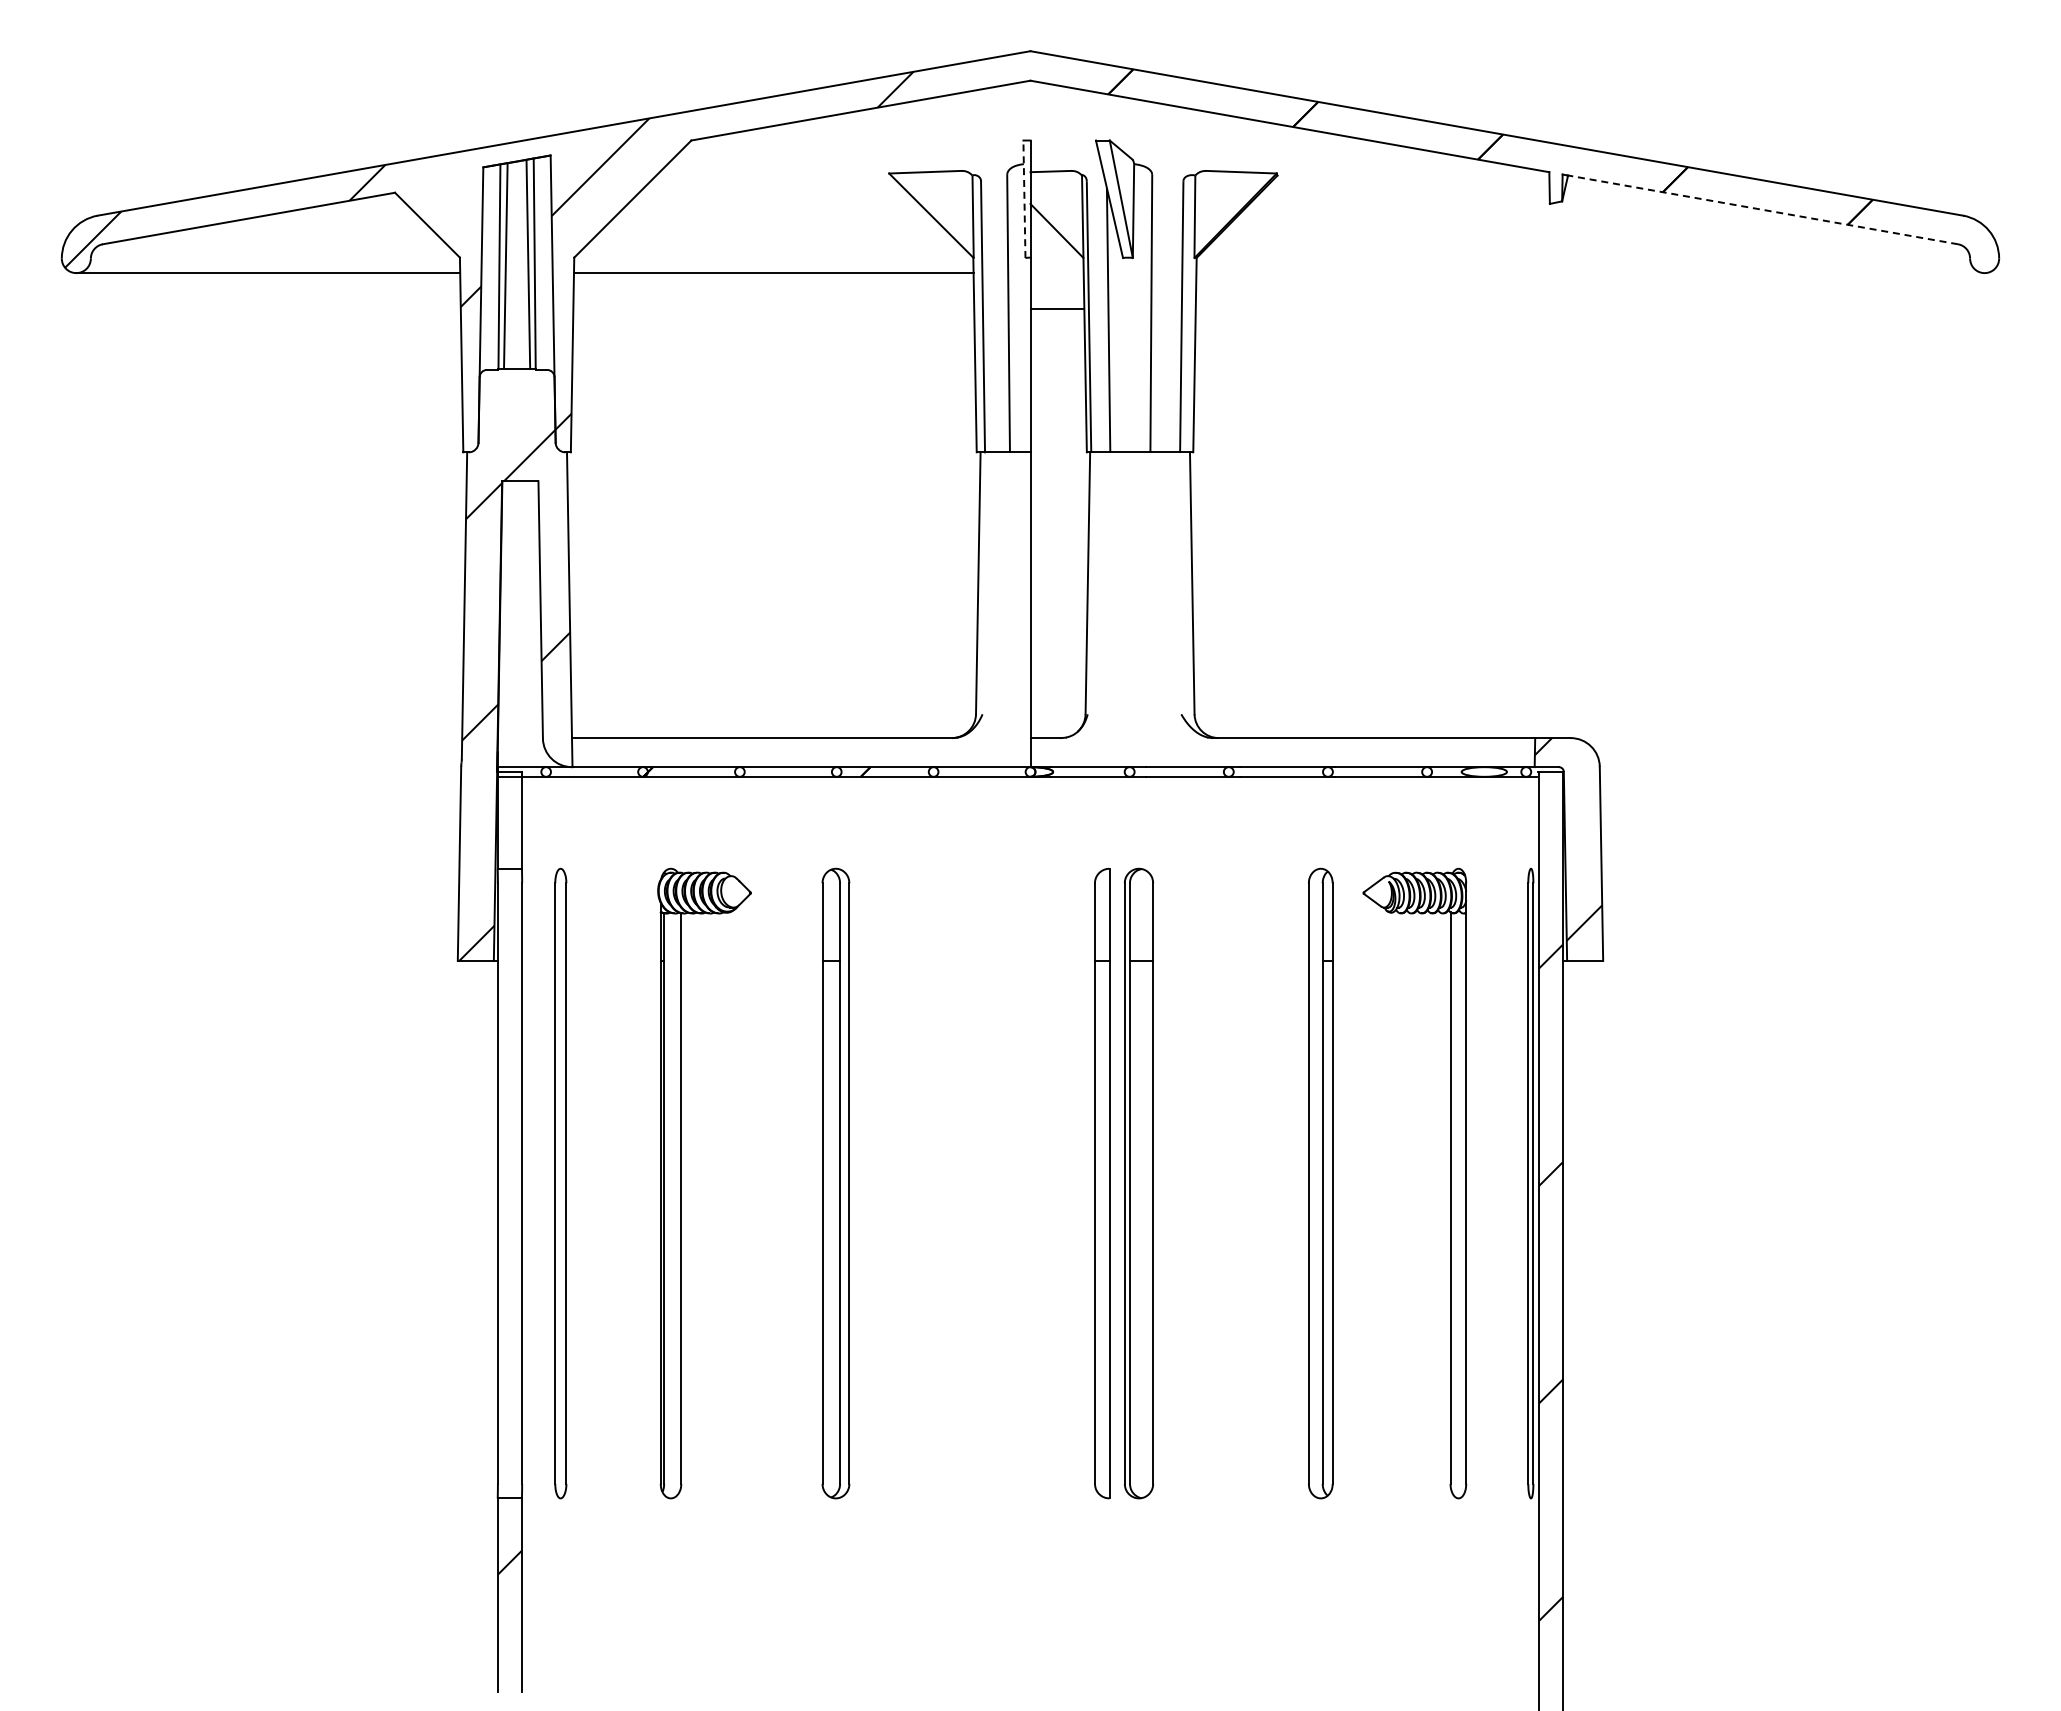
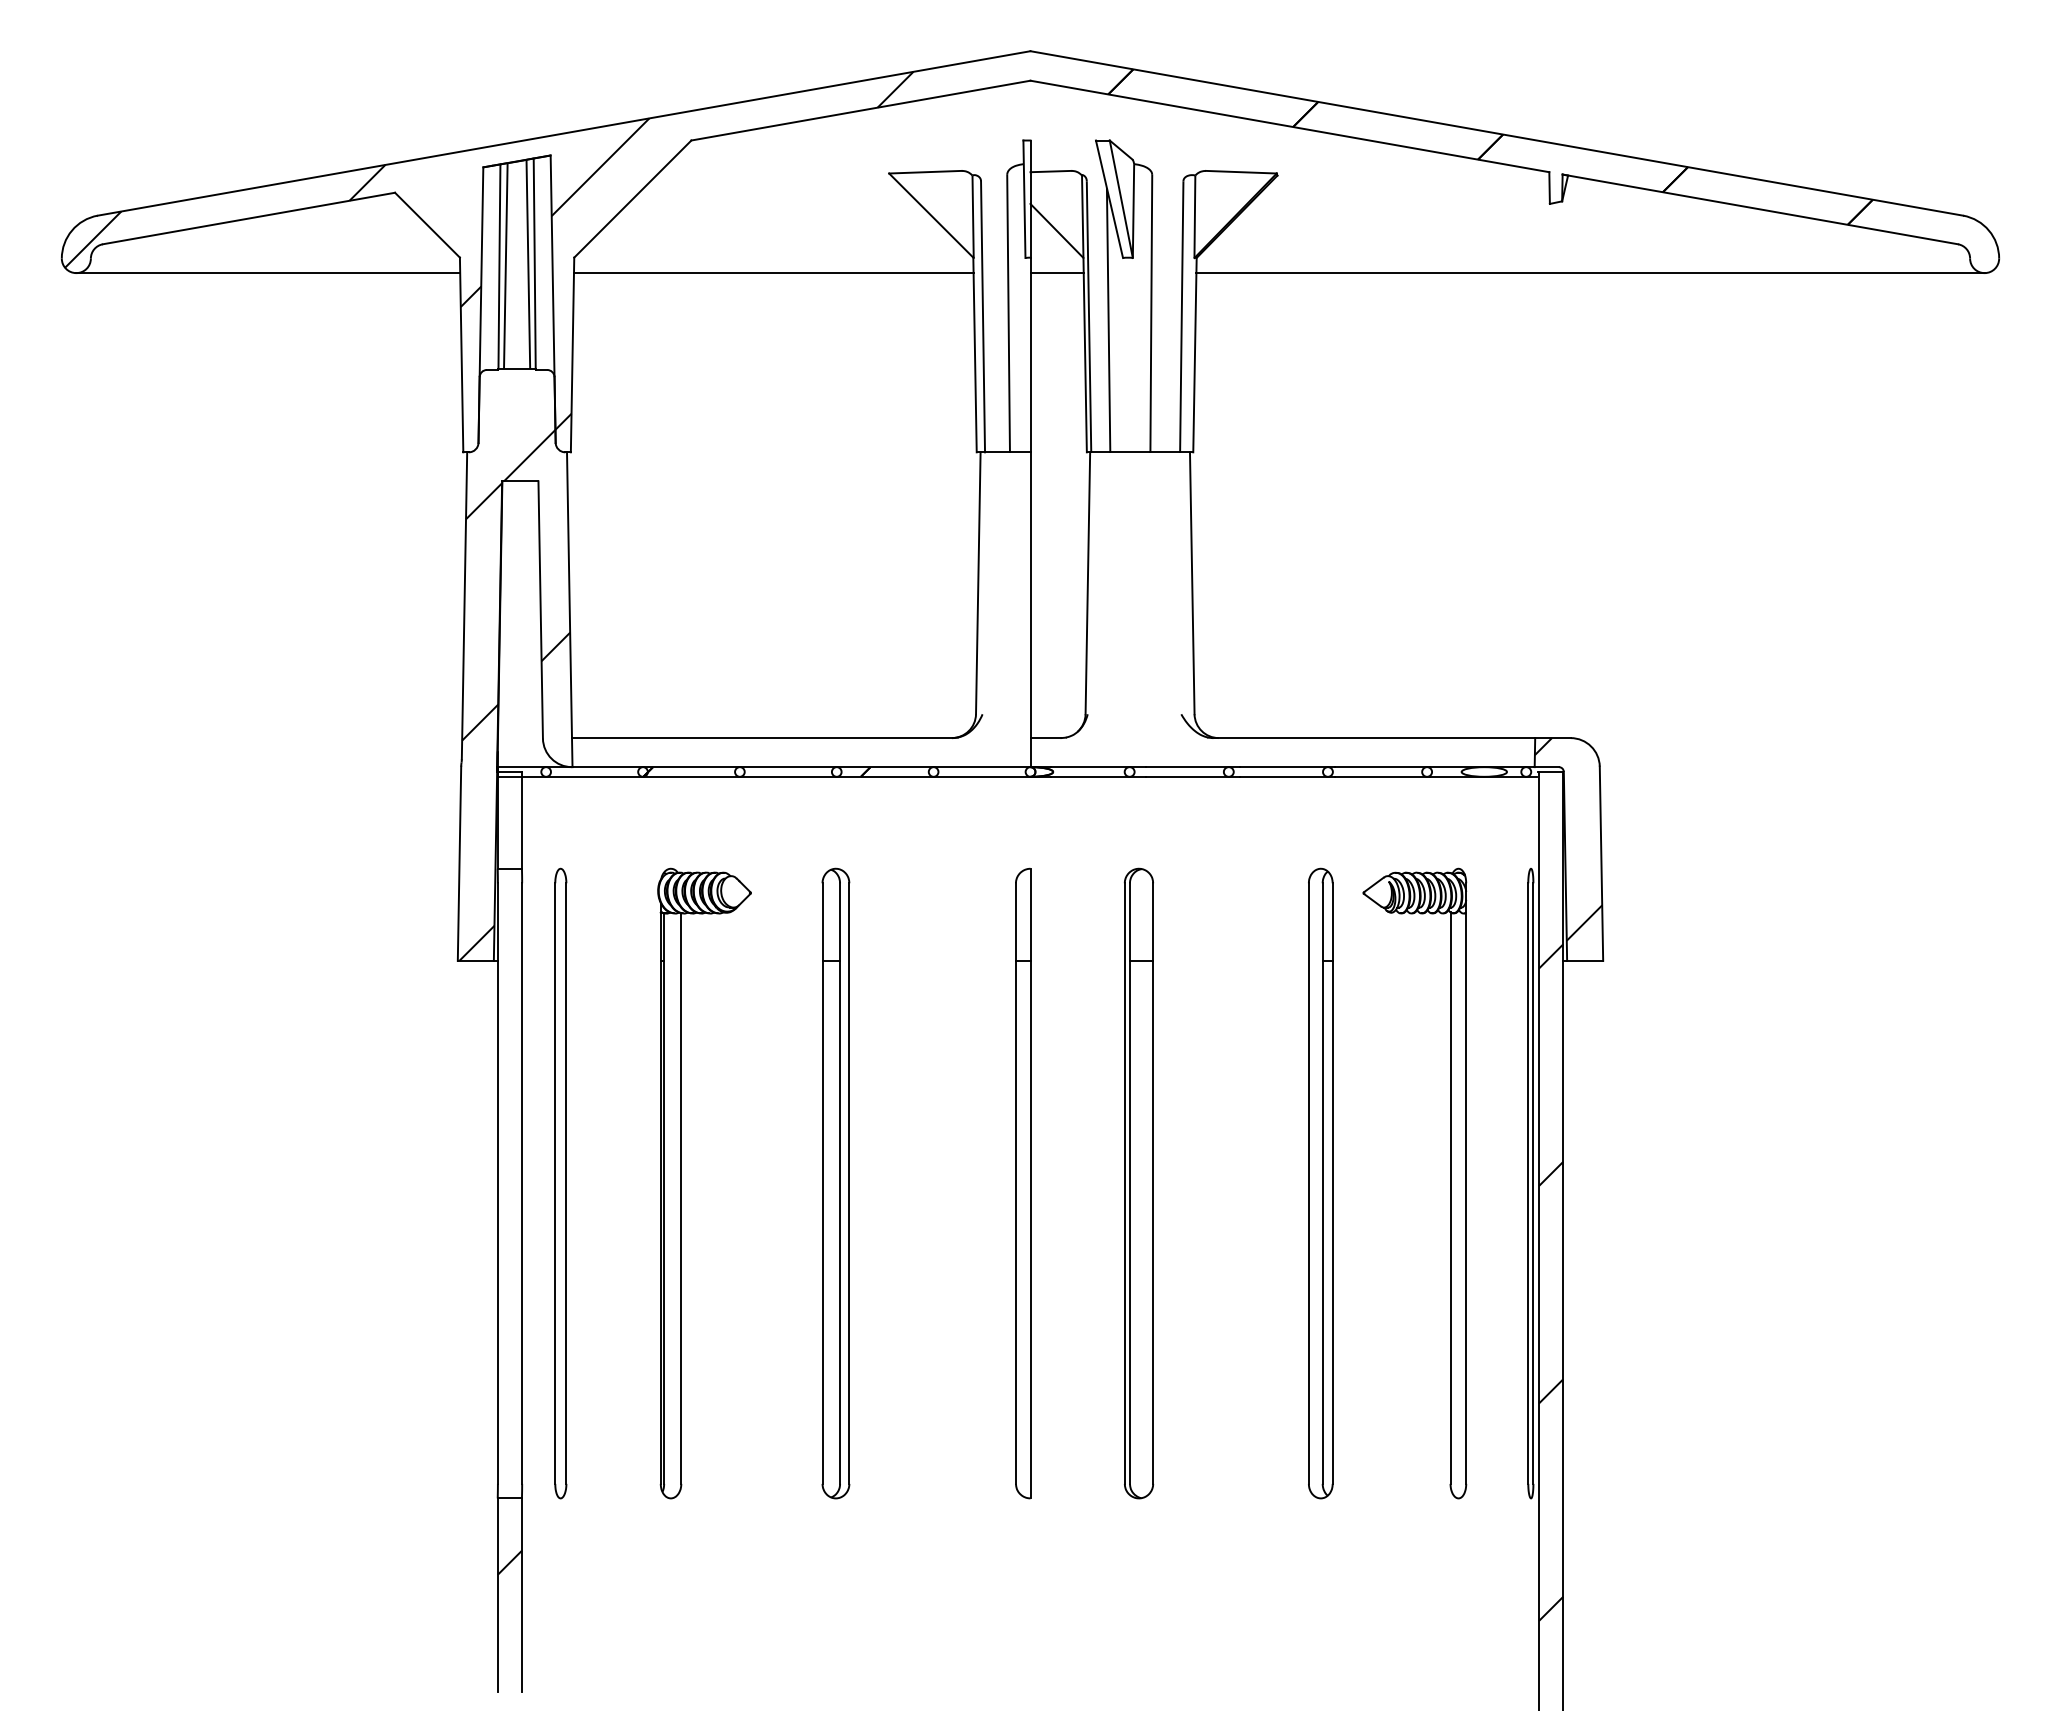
line at (1024, 199): dashed -> solid
line at (1760, 209): dashed -> solid
line at (1590, 273): none -> present
line at (1056, 309) position: (1056, 309) -> (1056, 273)
part at (1102, 1183) position: (1102, 1183) -> (1023, 1183)
